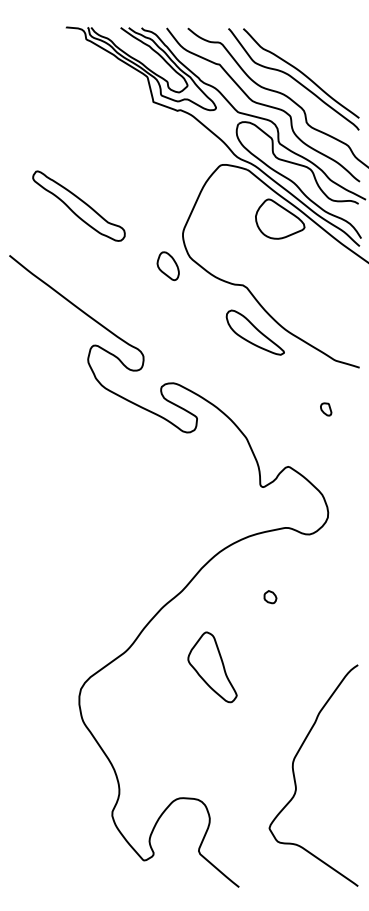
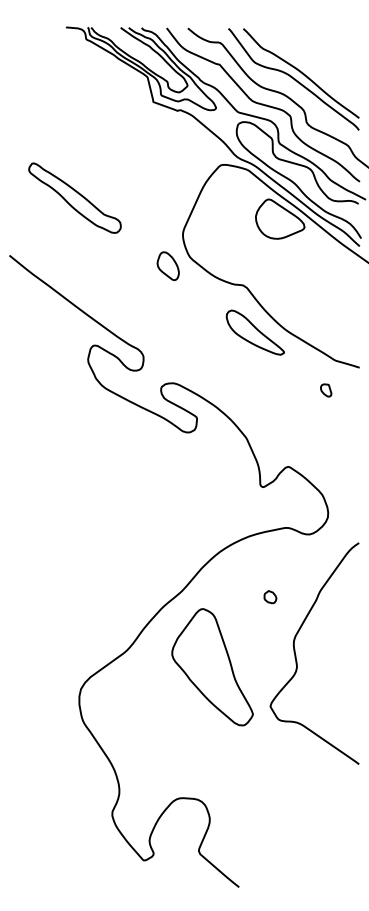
part at (78, 205) position: (78, 205) -> (74, 197)
part at (326, 409) position: (326, 409) -> (326, 390)
part at (212, 667) size: 51x73 px -> 83x119 px
curve at (295, 777) position: (295, 777) -> (296, 655)
